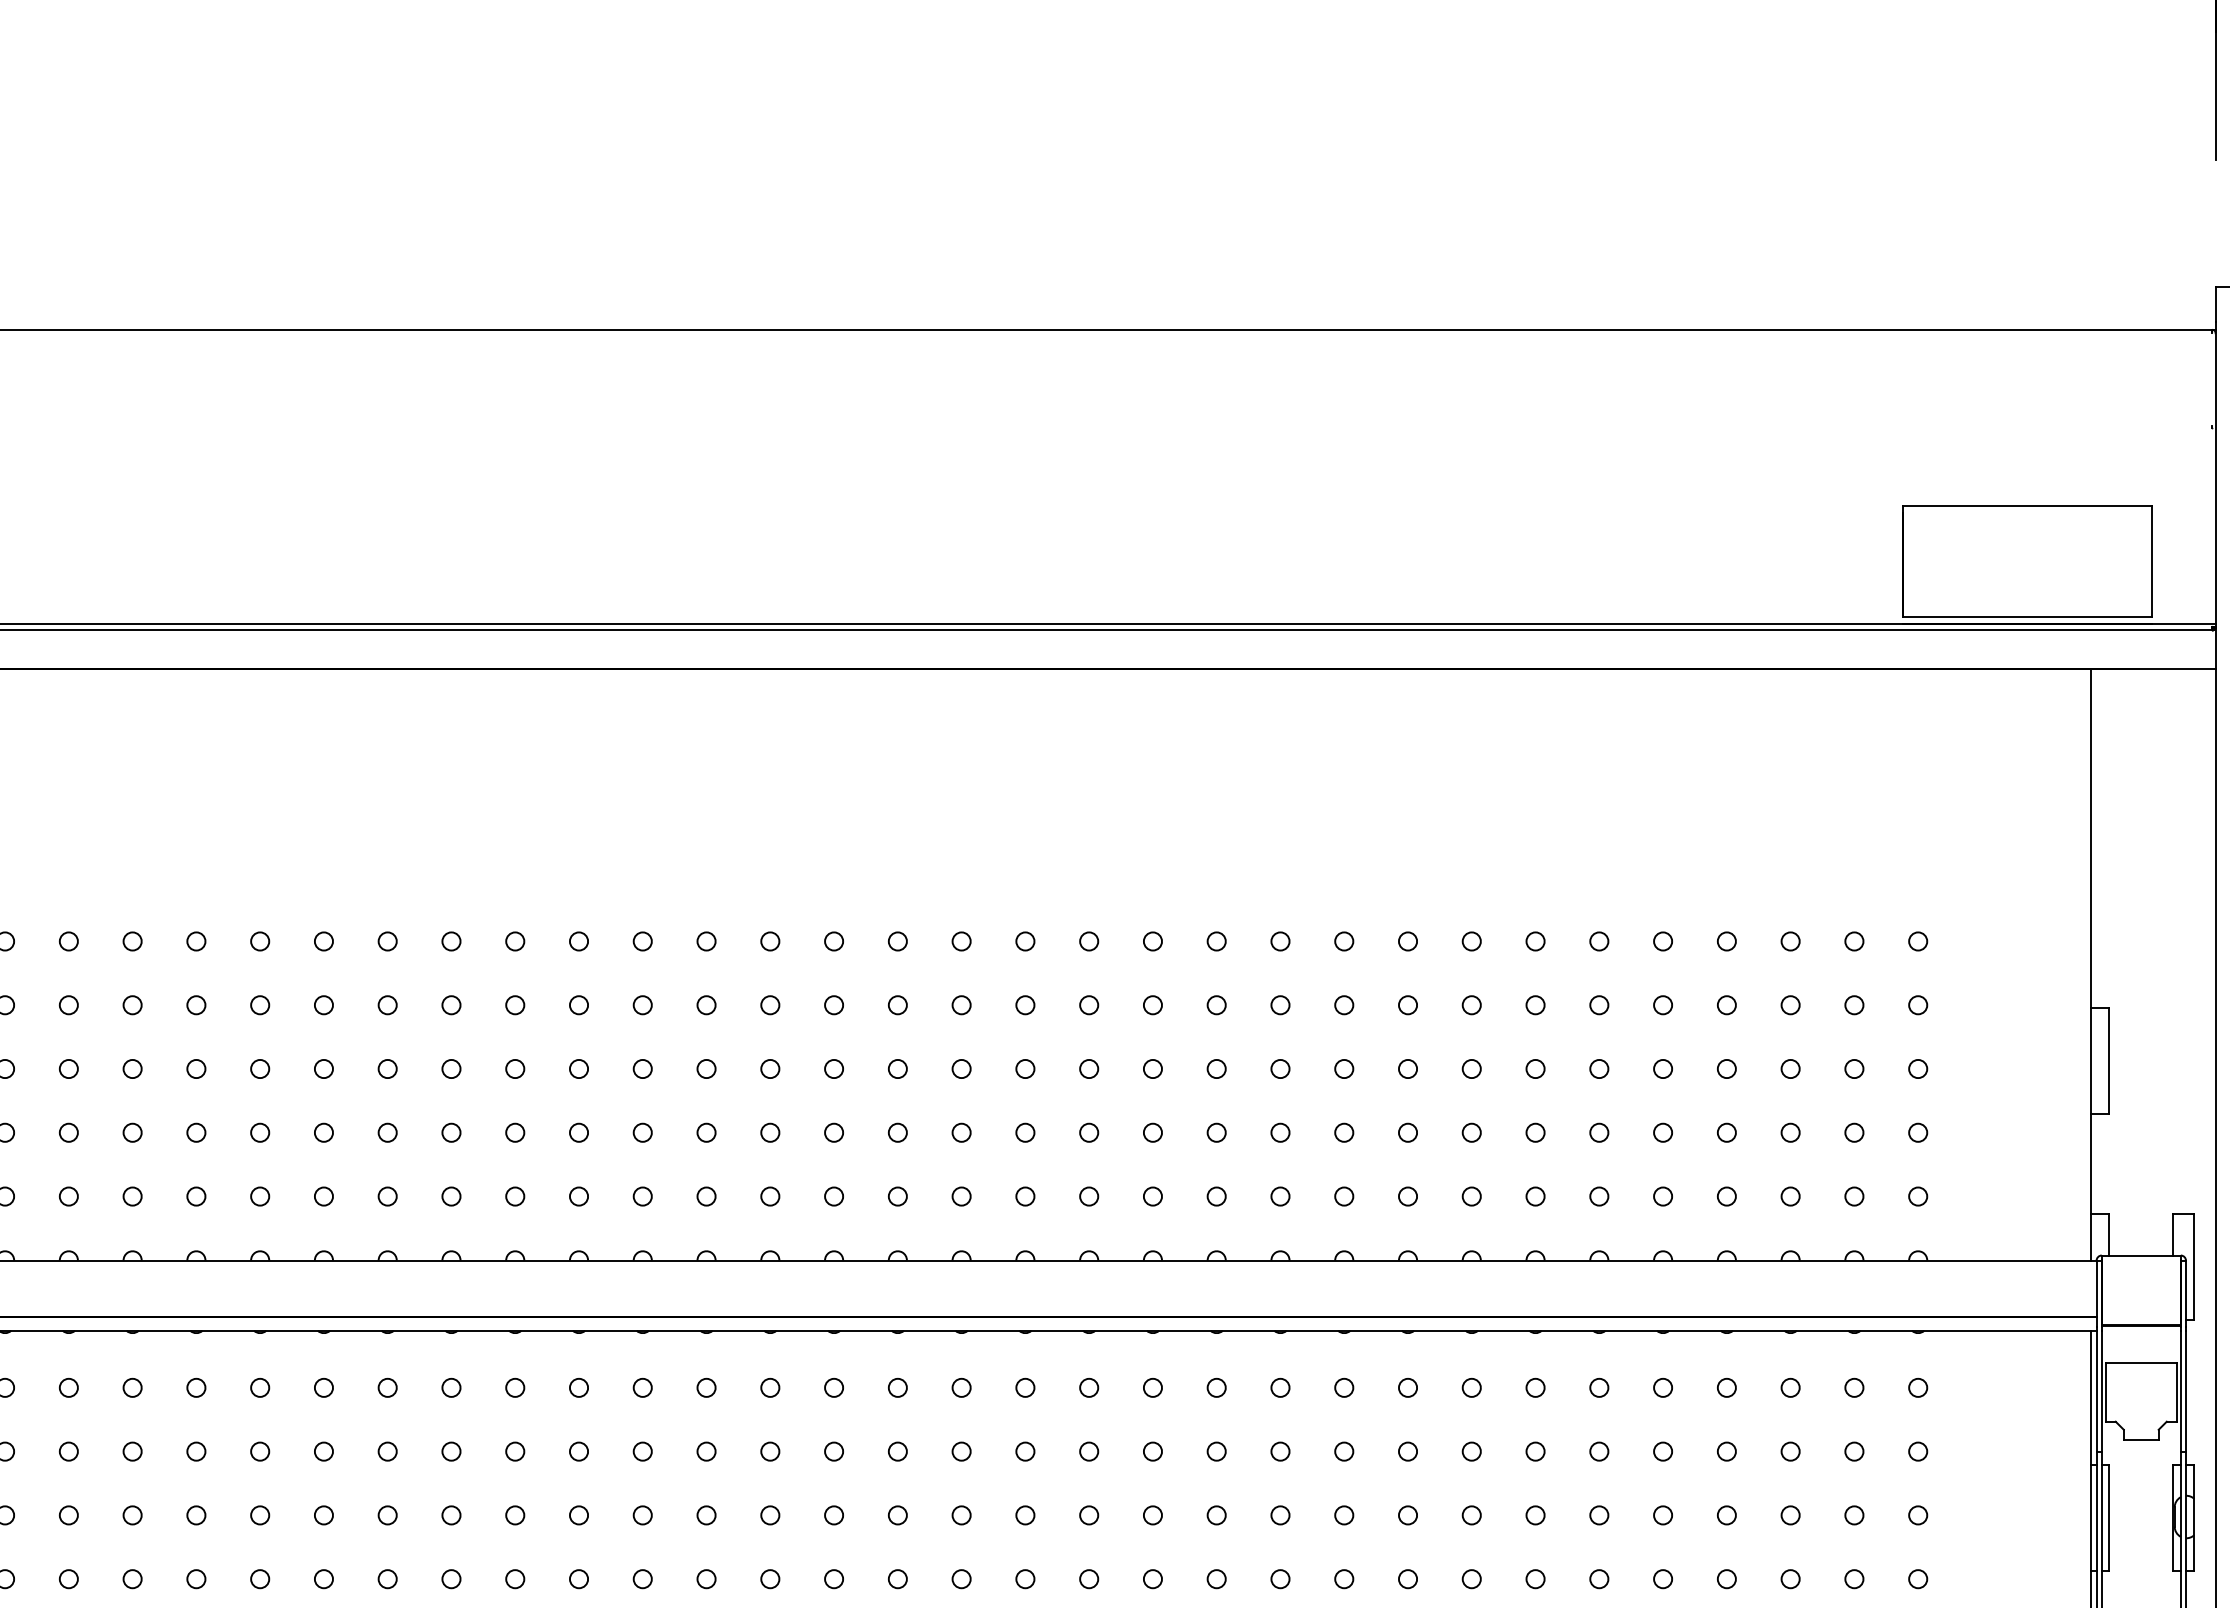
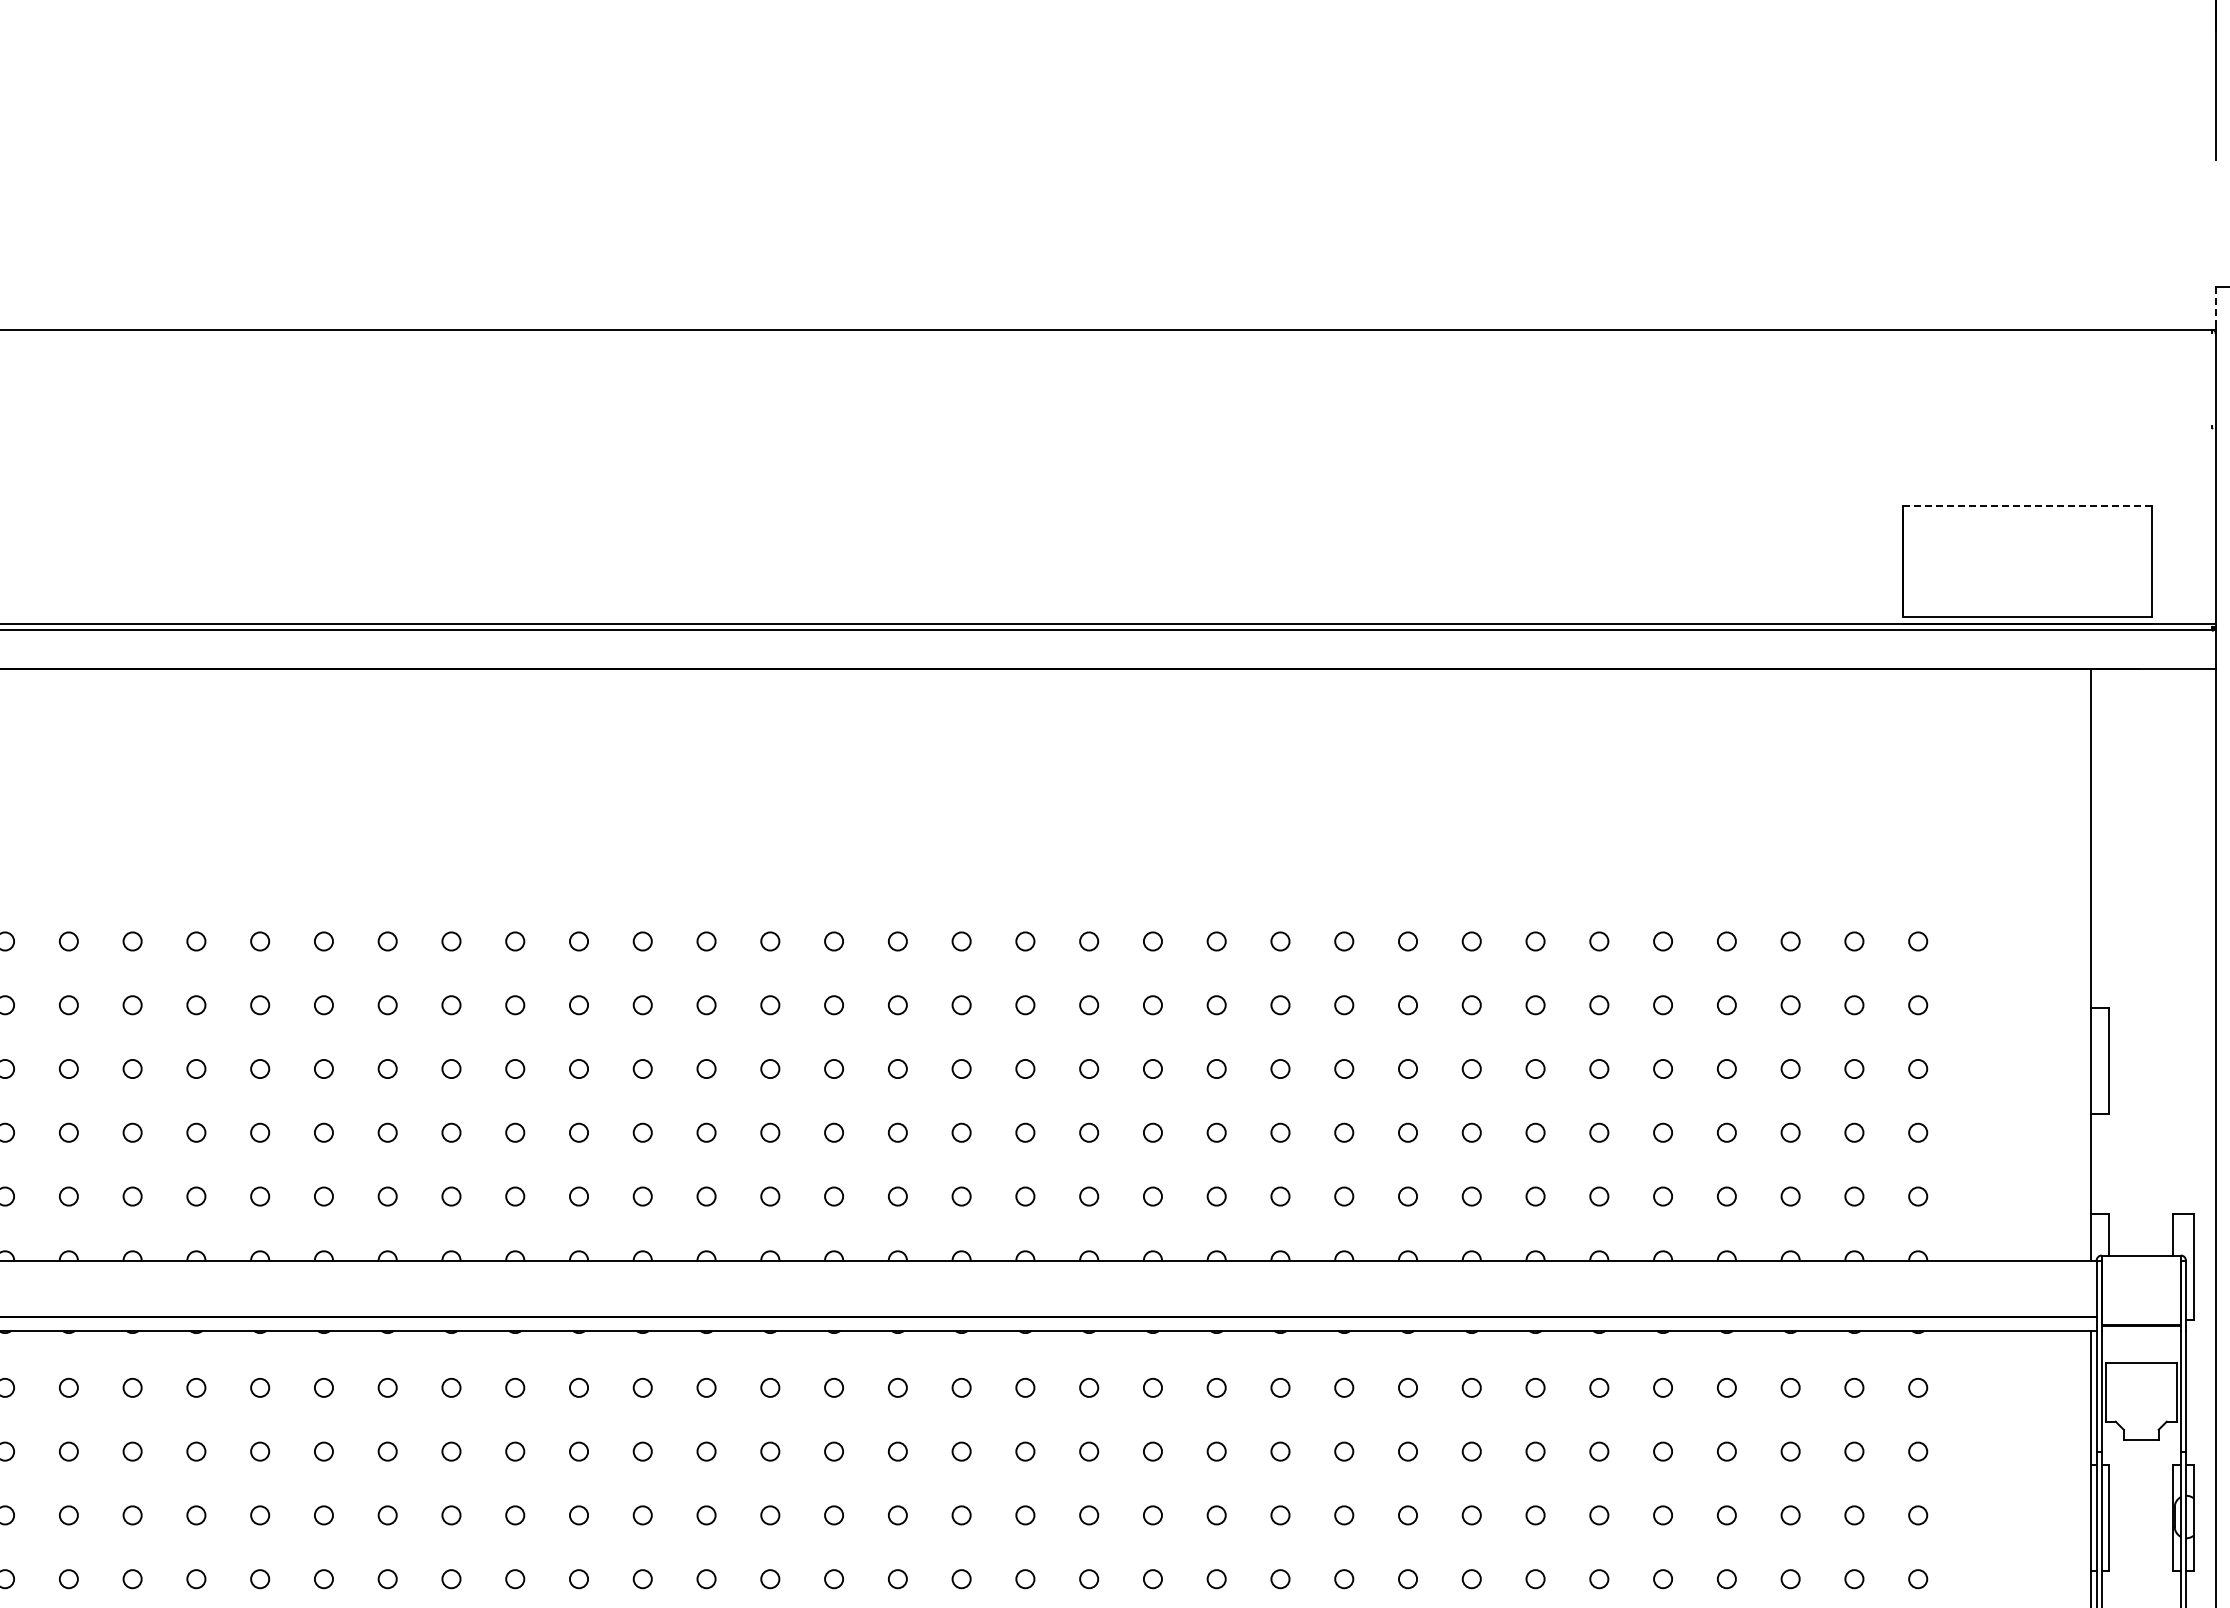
line at (2215, 305): solid -> dashed
line at (2028, 506): solid -> dashed
